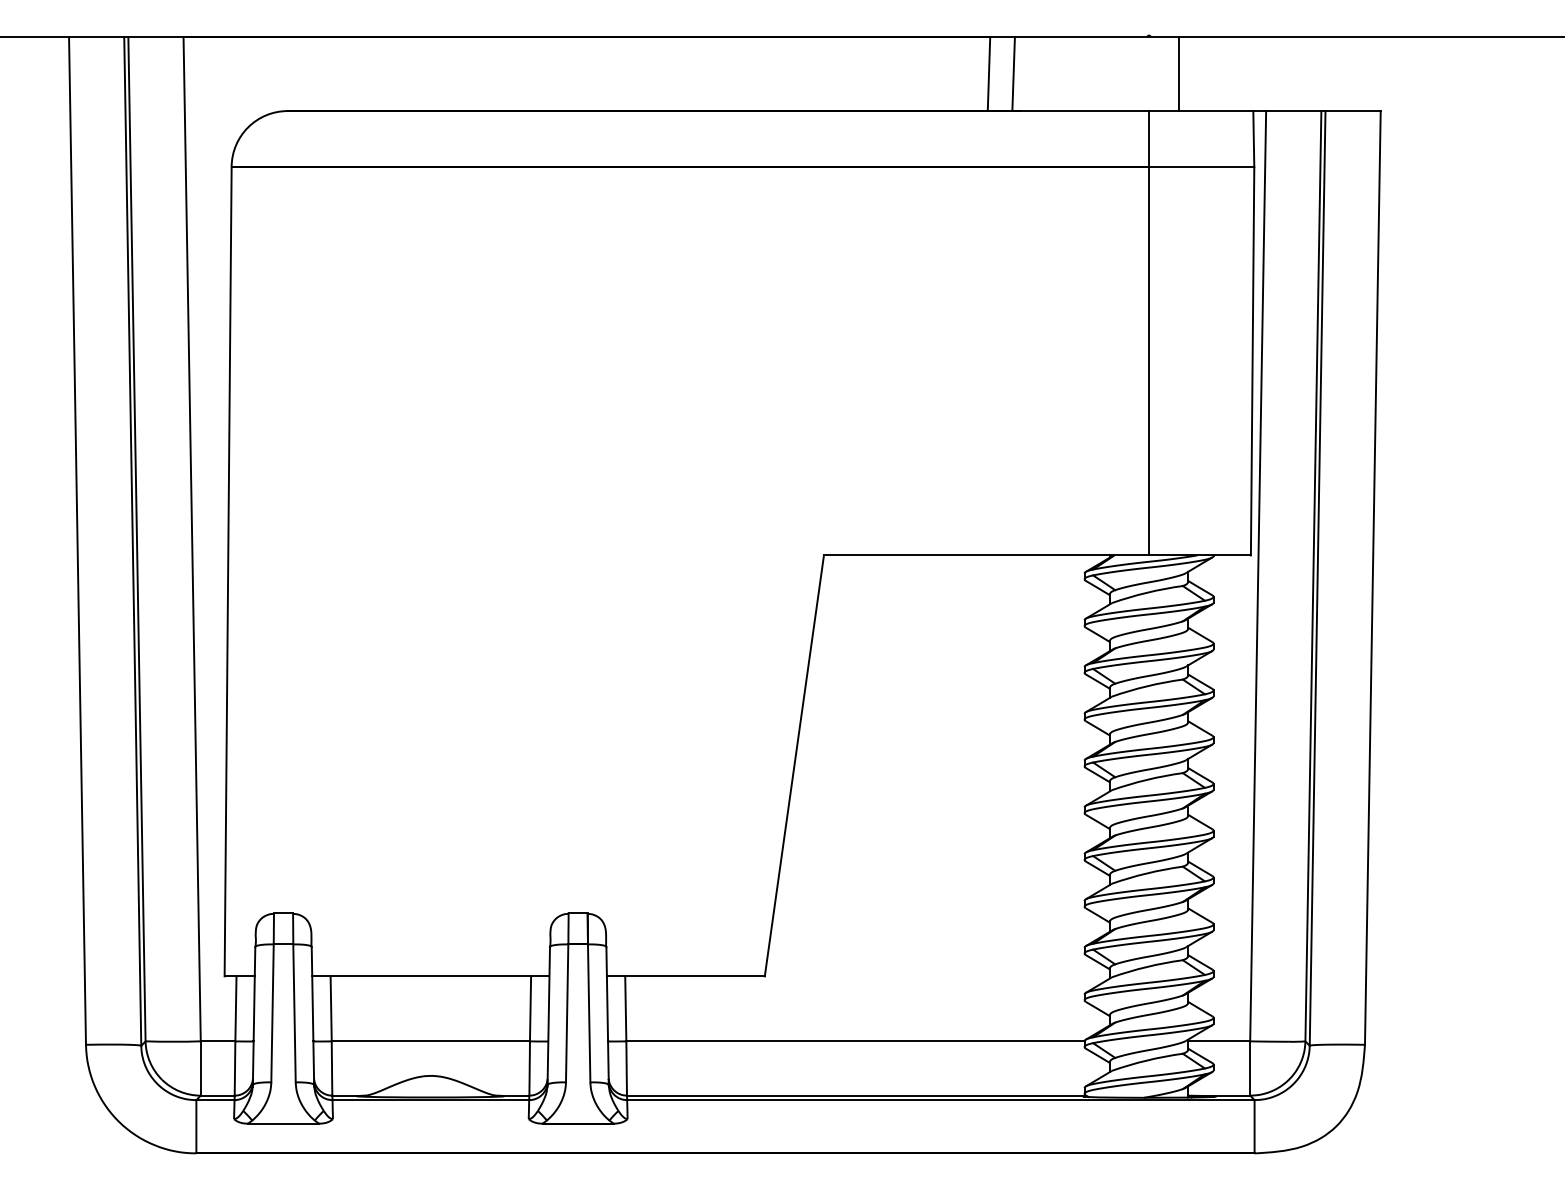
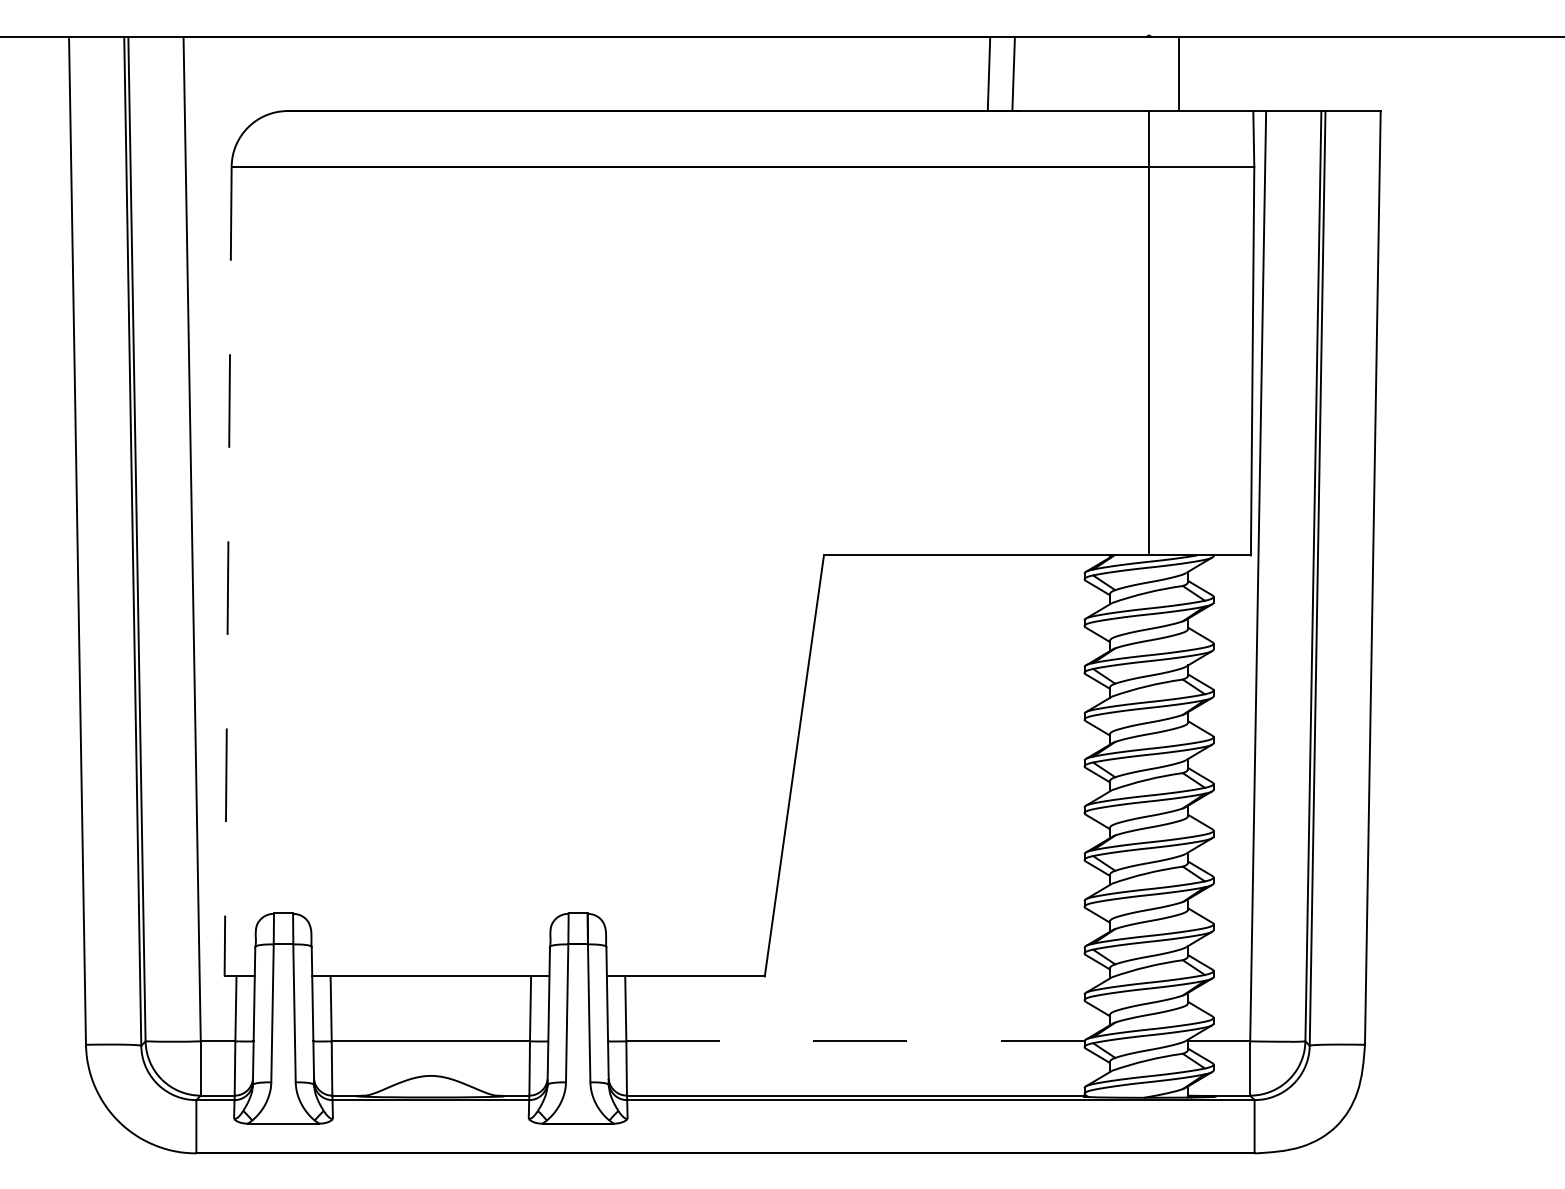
line at (228, 571): solid -> dashed
line at (855, 1041): solid -> dashed
